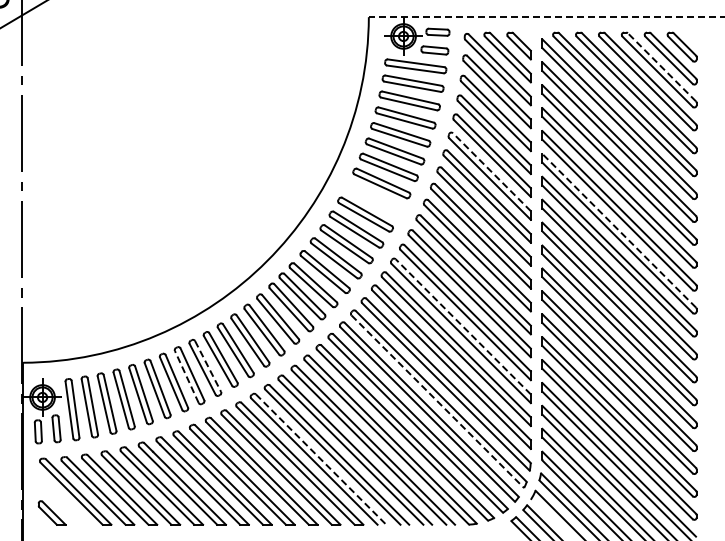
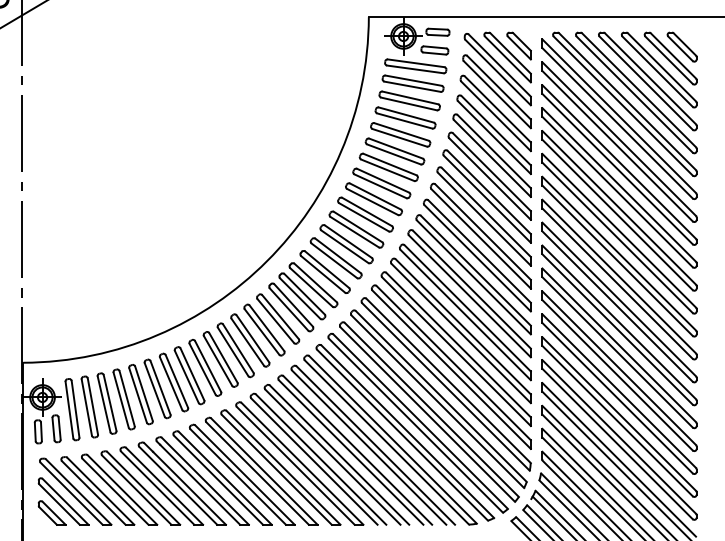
line at (546, 17): dashed -> solid
line at (661, 66): dashed -> solid
line at (491, 171): dashed -> solid
part at (373, 199): none -> present
line at (619, 230): dashed -> solid
line at (463, 326): dashed -> solid
line at (208, 366): dashed -> solid
line at (186, 376): dashed -> solid
line at (438, 402): dashed -> solid
line at (321, 459): dashed -> solid
part at (63, 501): none -> present
line at (552, 516): none -> present
